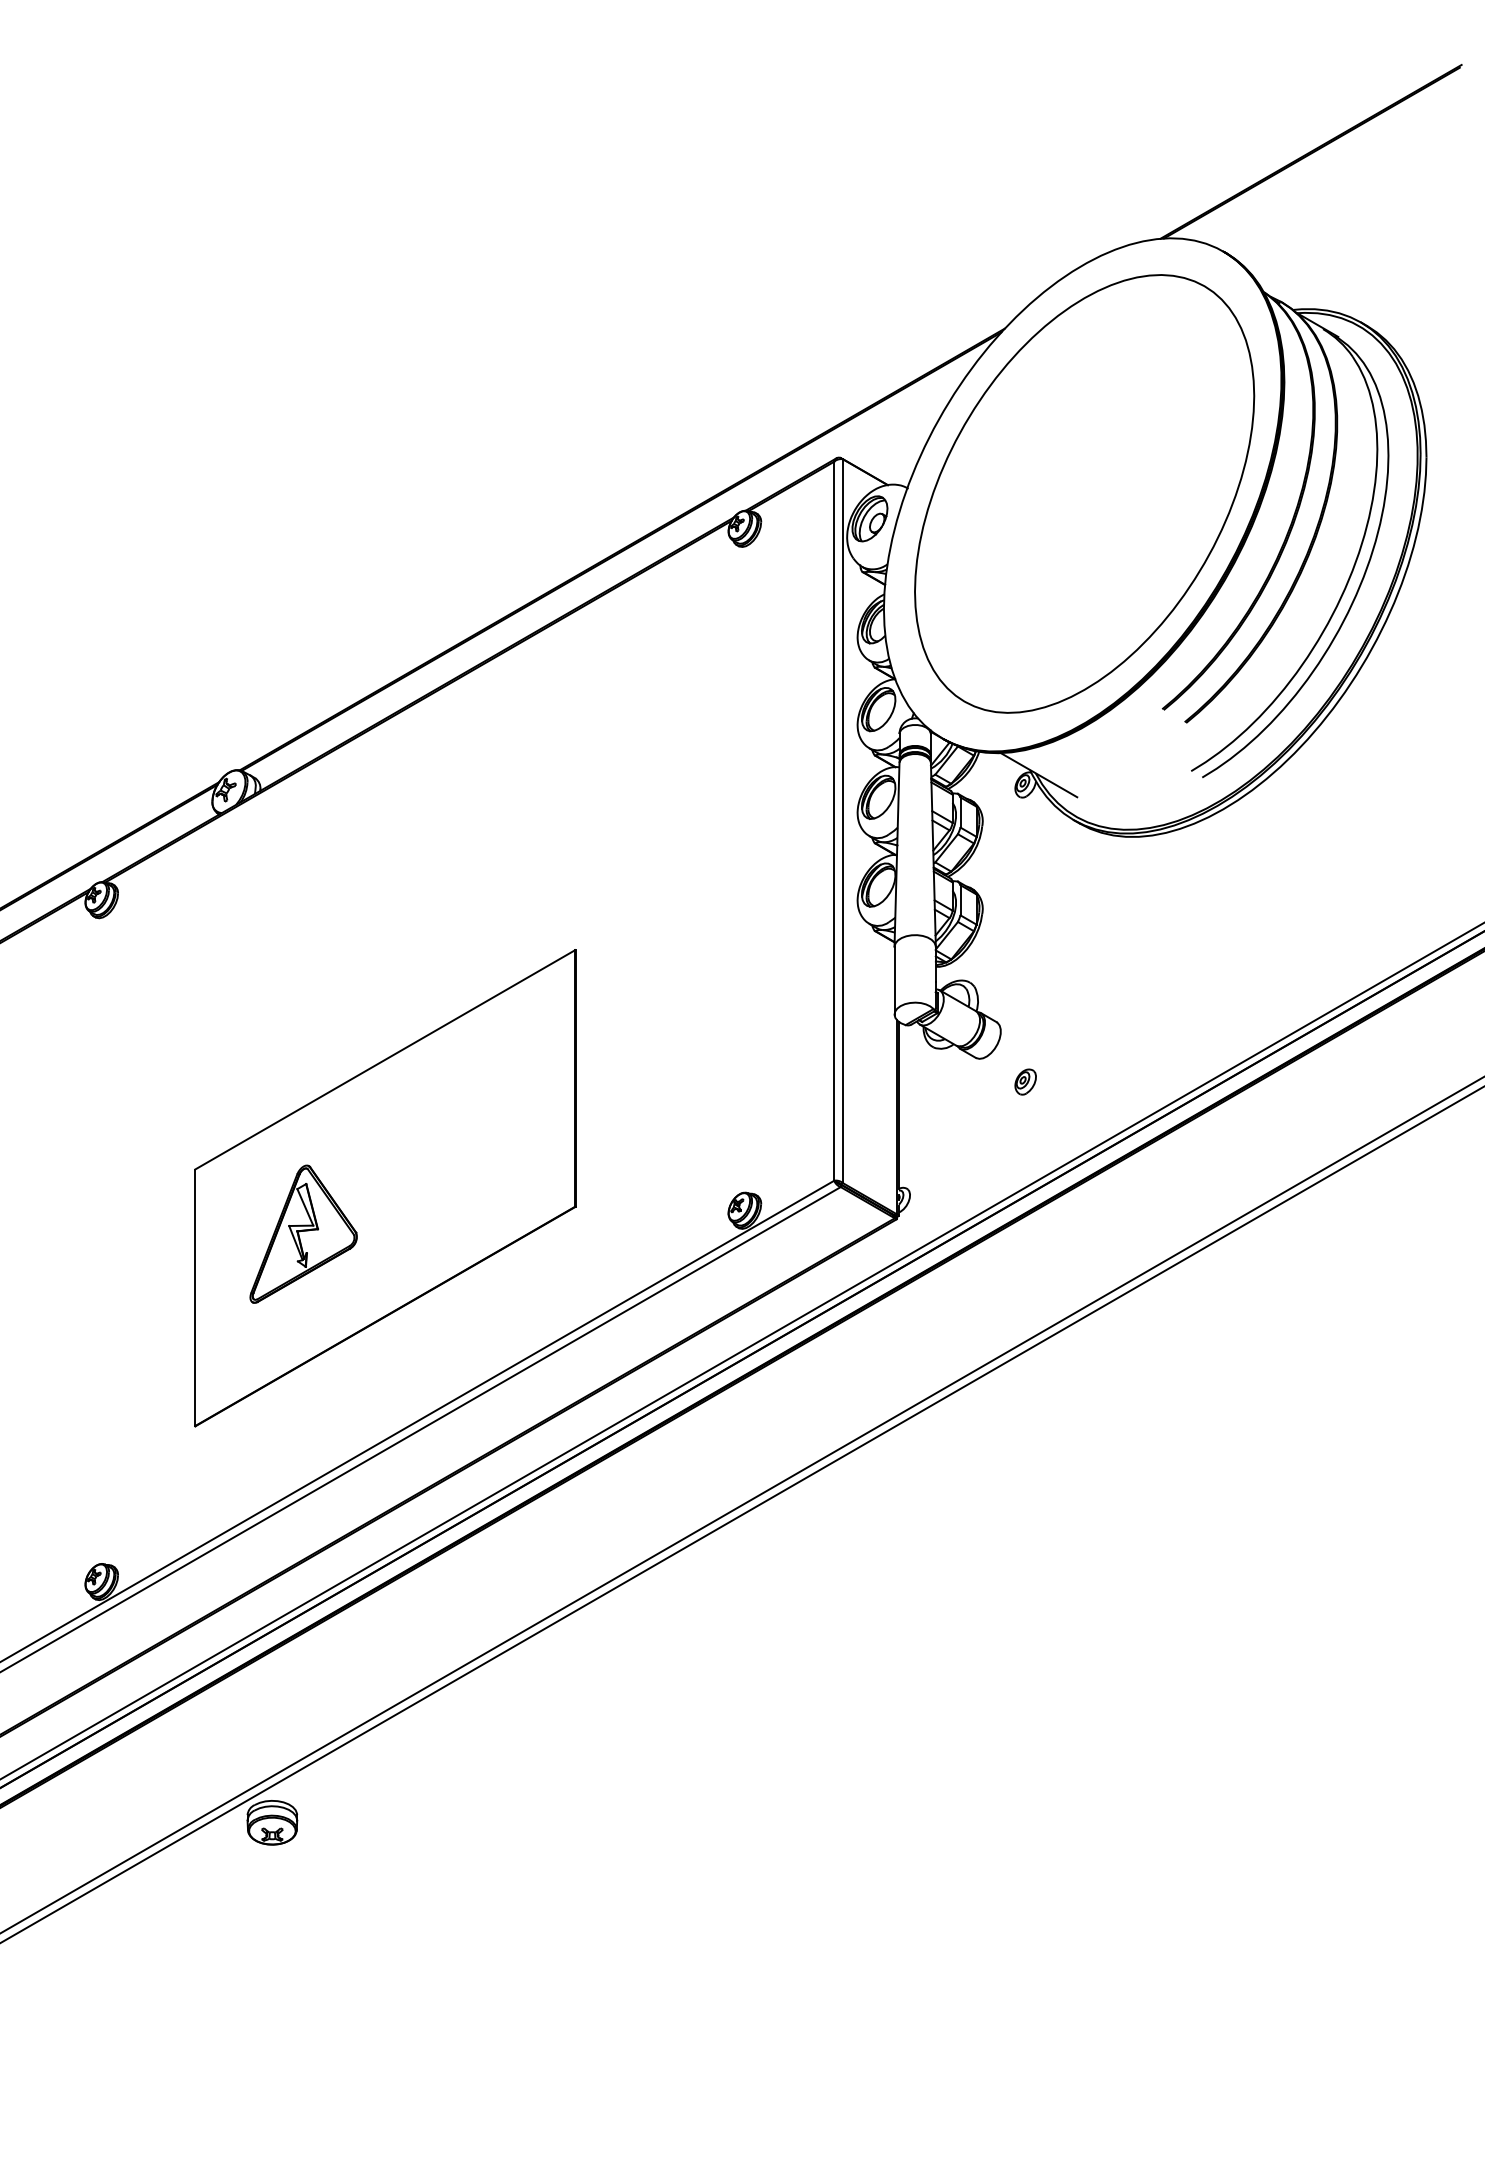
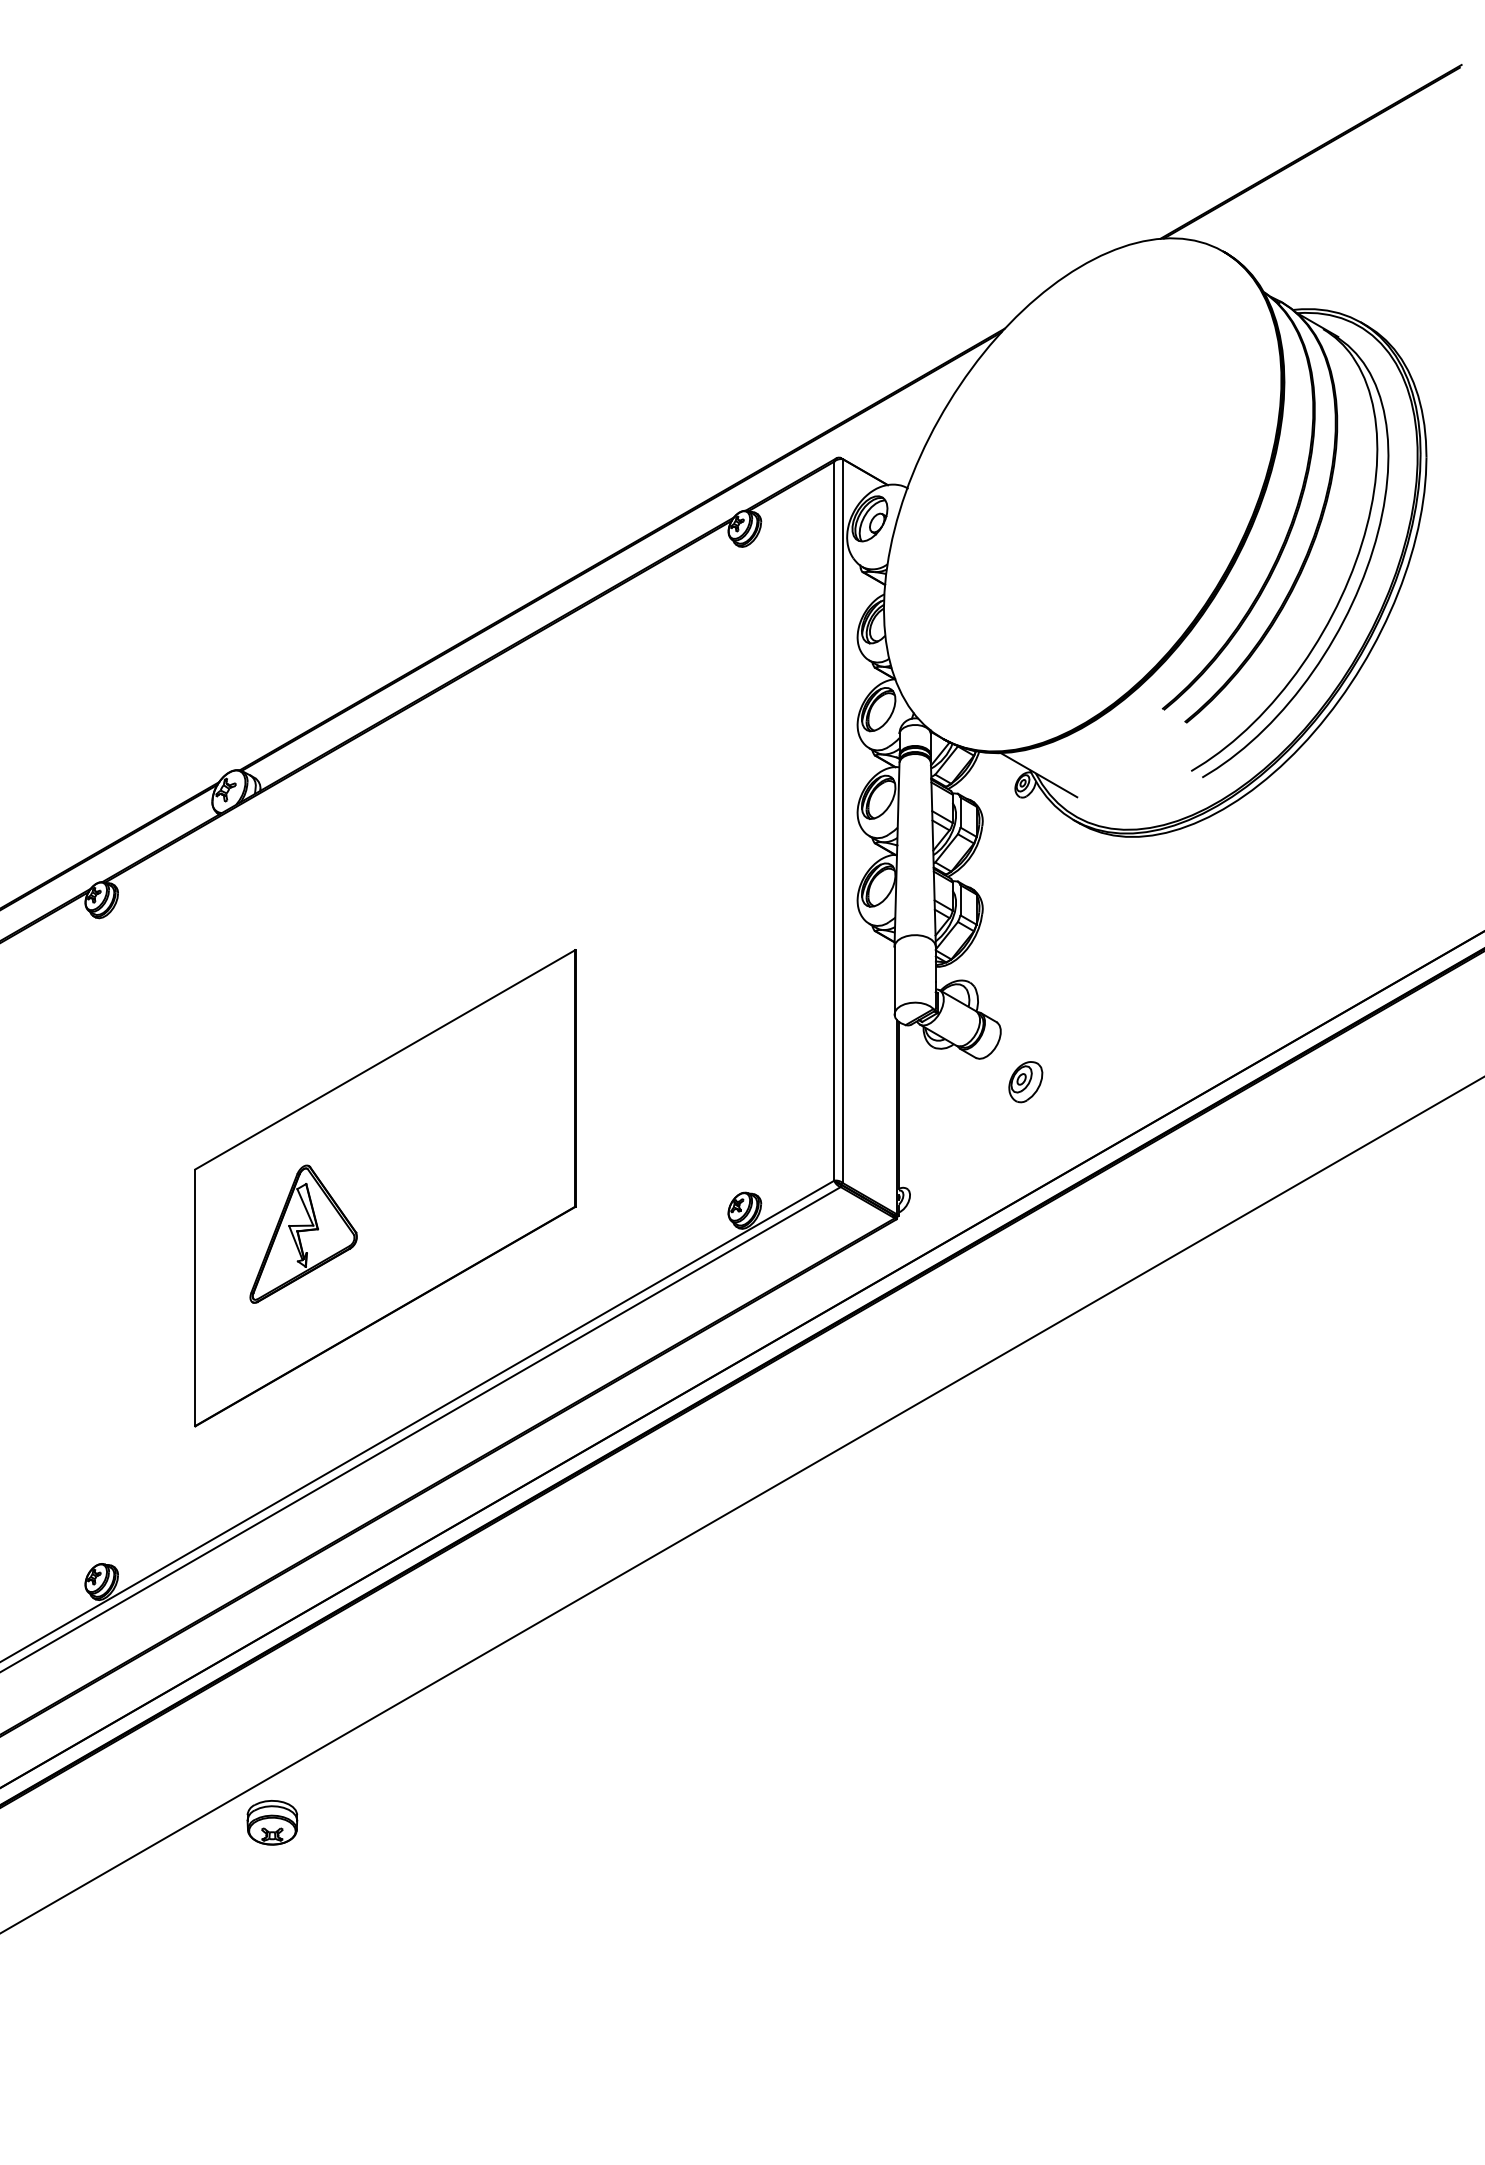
part at (1084, 493): present -> none
part at (1025, 1081) size: 23x28 px -> 36x43 px
line at (741, 1351): present -> none
line at (741, 1514): present -> none
